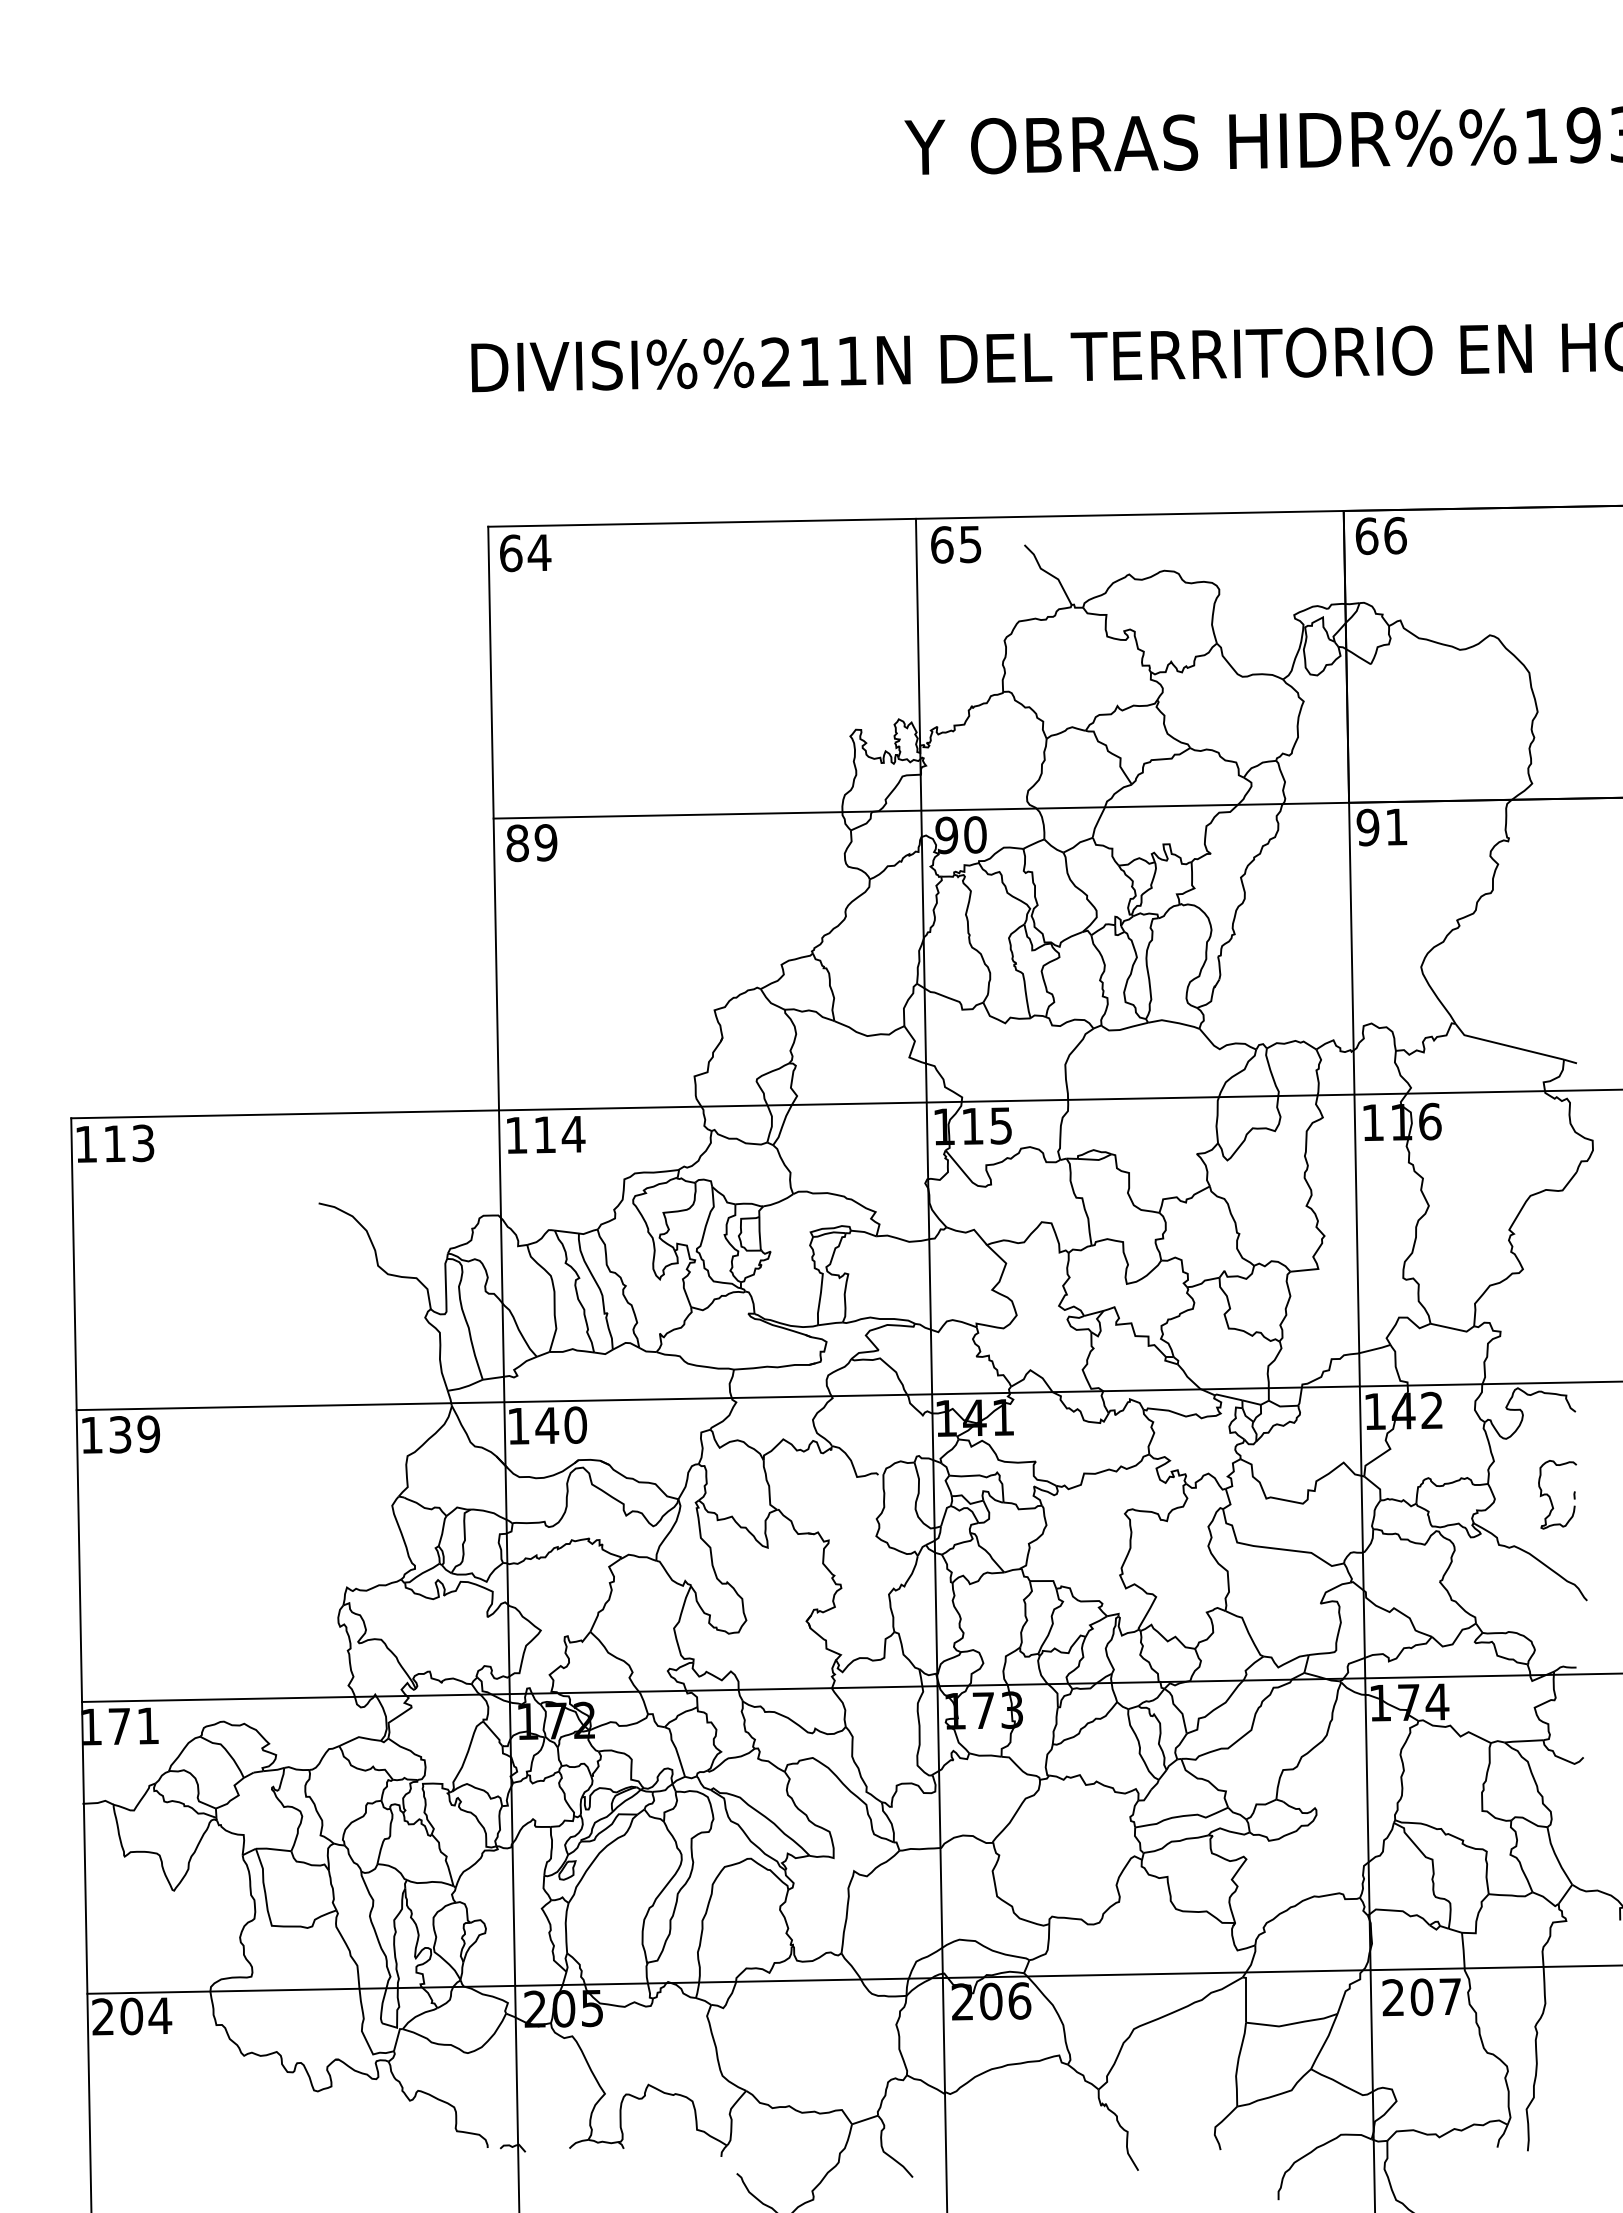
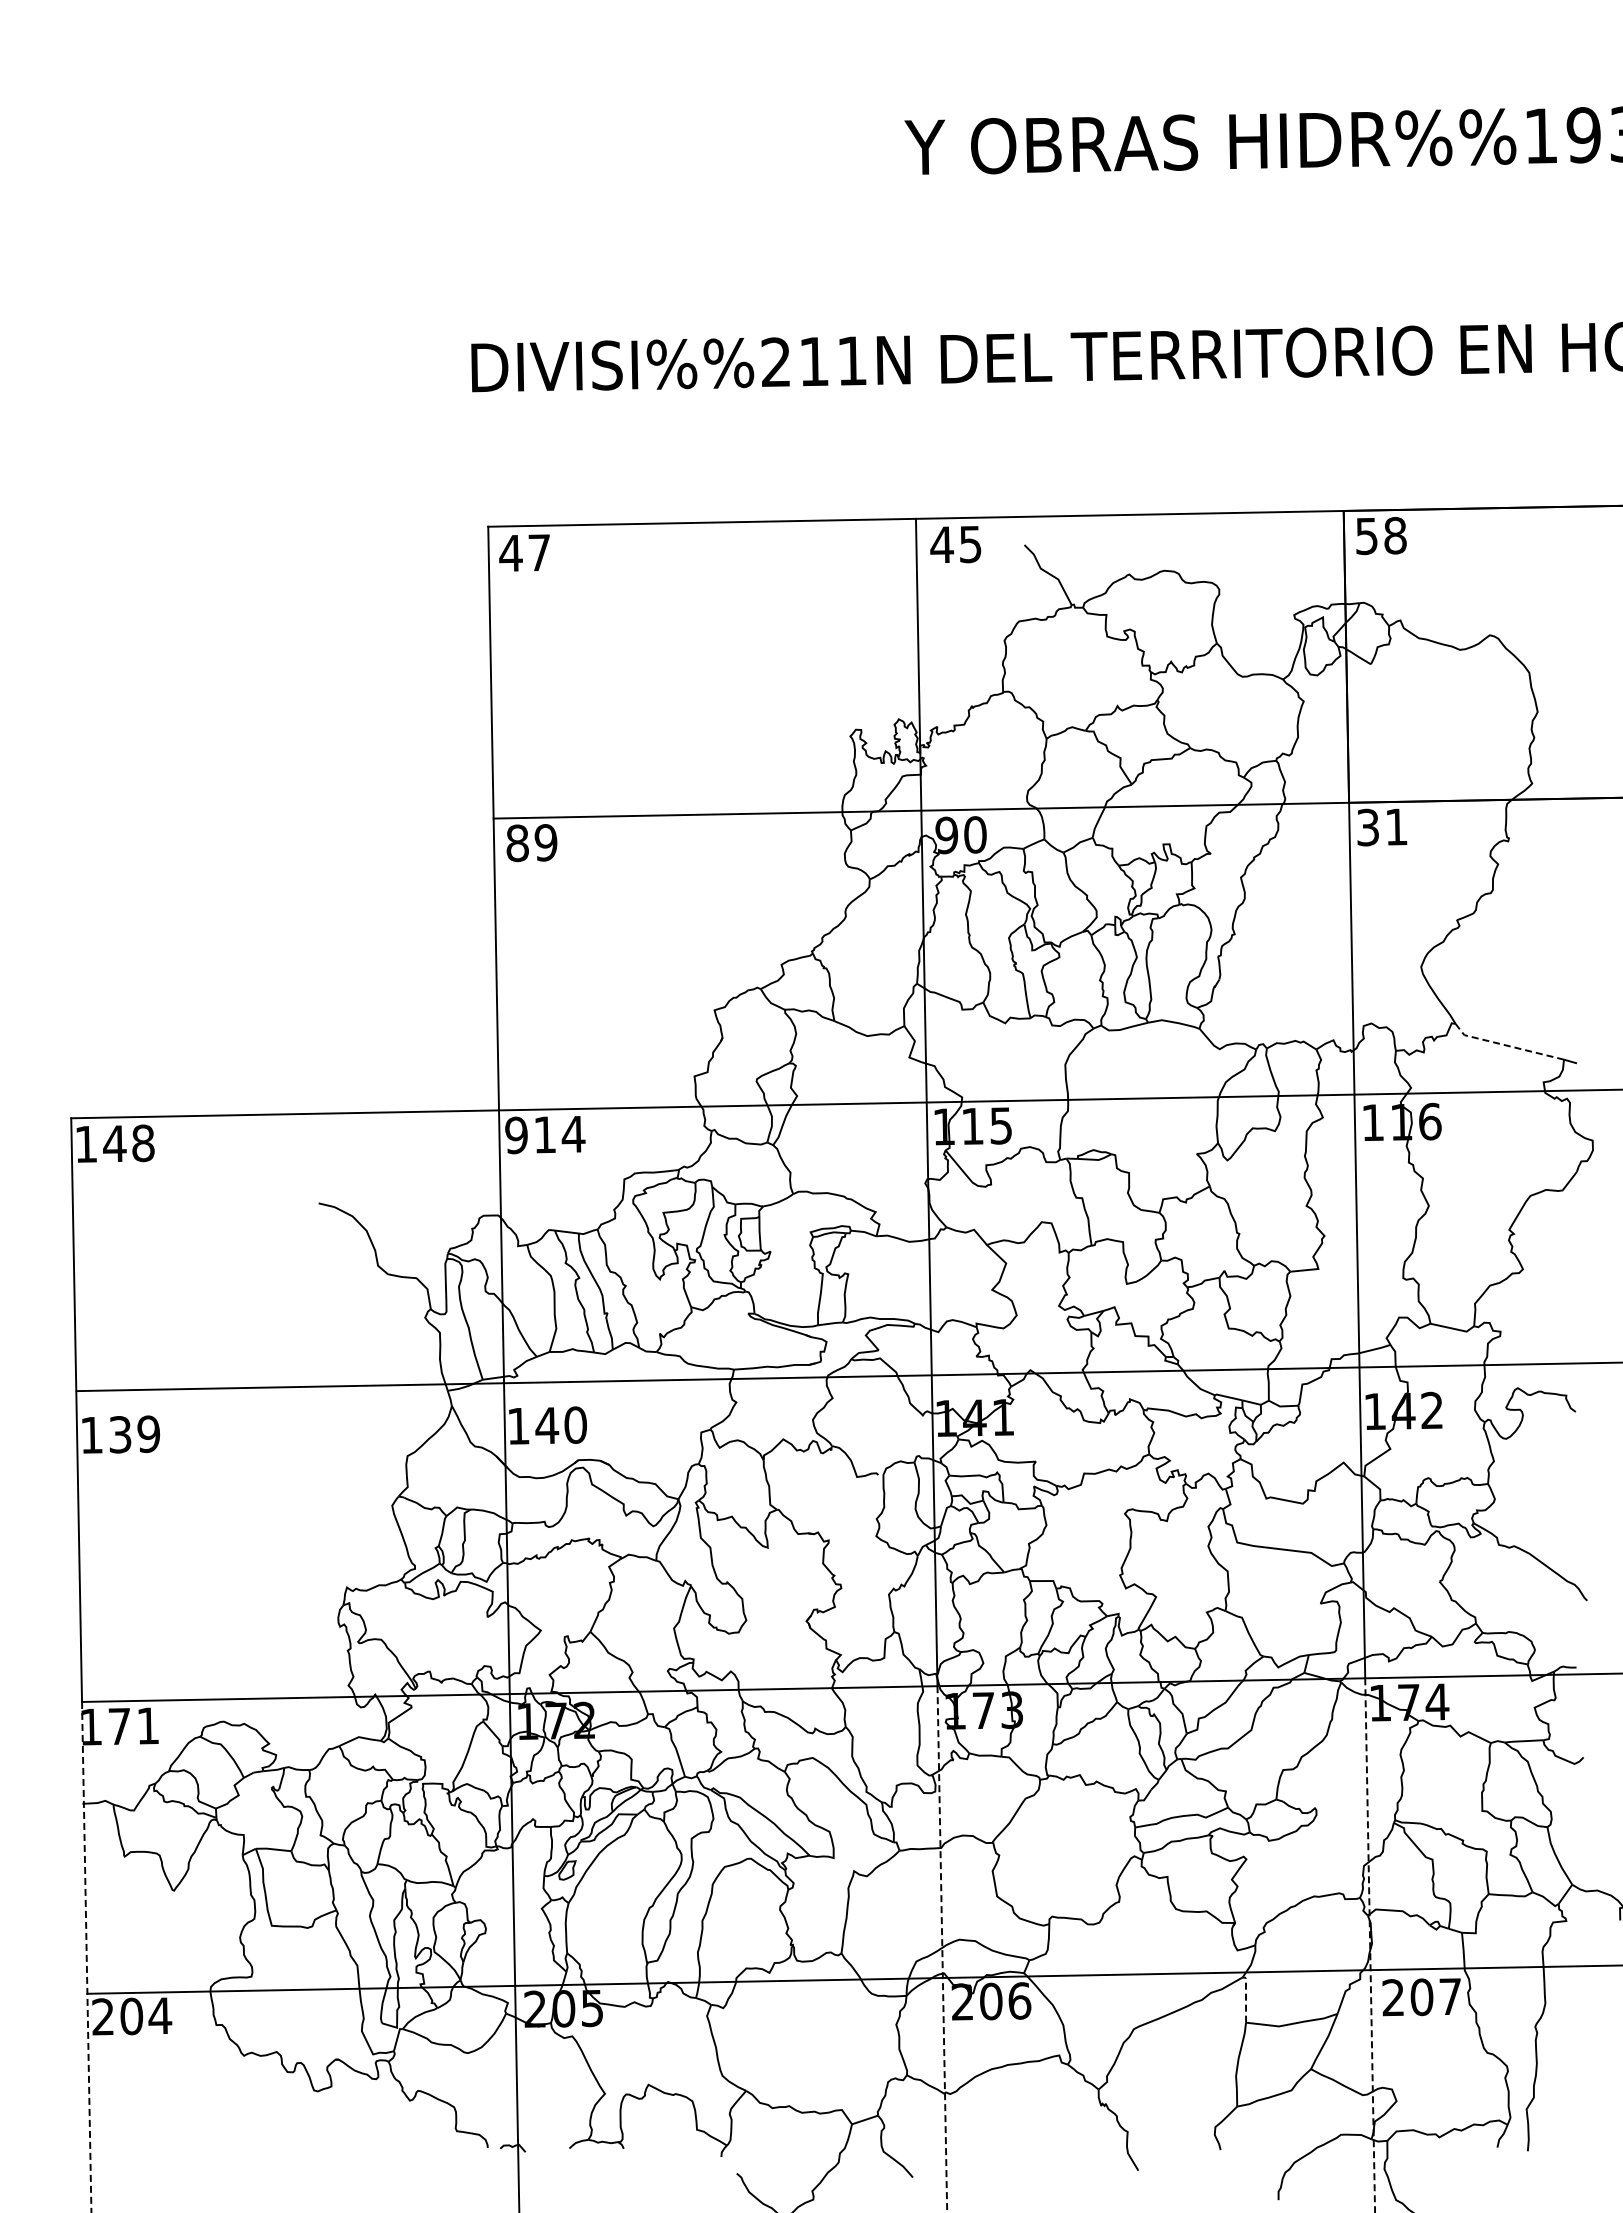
text at (1380, 535): 66 -> 58
text at (942, 544): 65 -> 45
text at (525, 553): 64 -> 47
text at (1367, 827): 91 -> 31
line at (1505, 1045): solid -> dashed
text at (516, 1135): 114 -> 914
text at (128, 1143): 113 -> 148
line at (847, 1395) position: (847, 1395) -> (847, 1376)
part at (1550, 1496): present -> none
line at (1370, 1945): solid -> dashed
line at (942, 1950): solid -> dashed
line at (86, 1957): solid -> dashed
line at (1246, 1997): solid -> dashed
